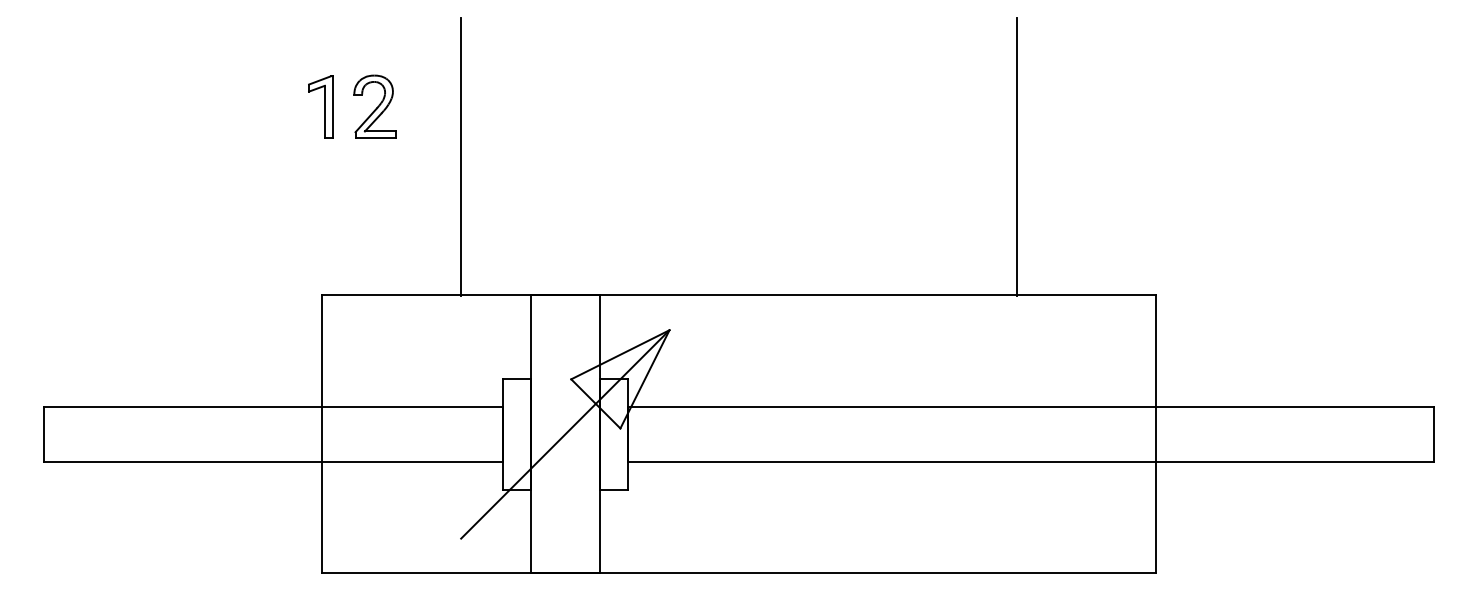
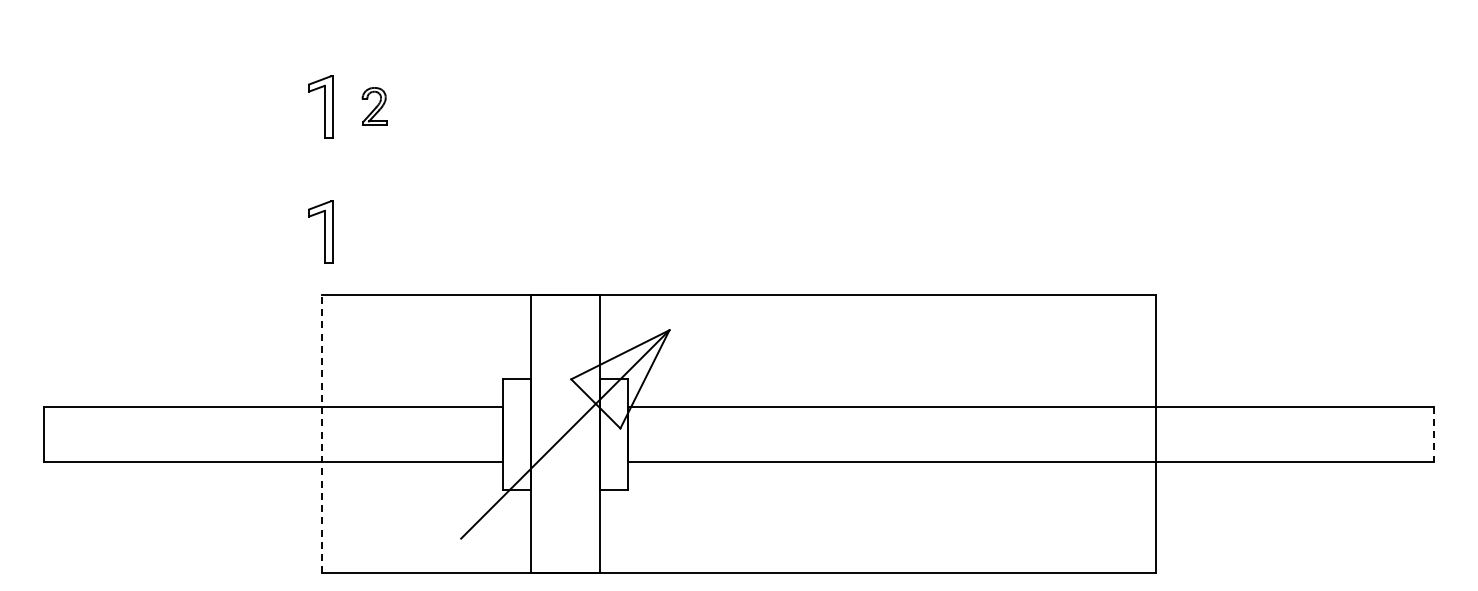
part at (374, 106) size: 44x65 px -> 27x39 px
line at (461, 156): present -> none
line at (1016, 156): present -> none
part at (320, 231): none -> present
line at (322, 434): solid -> dashed
line at (1433, 434): solid -> dashed
